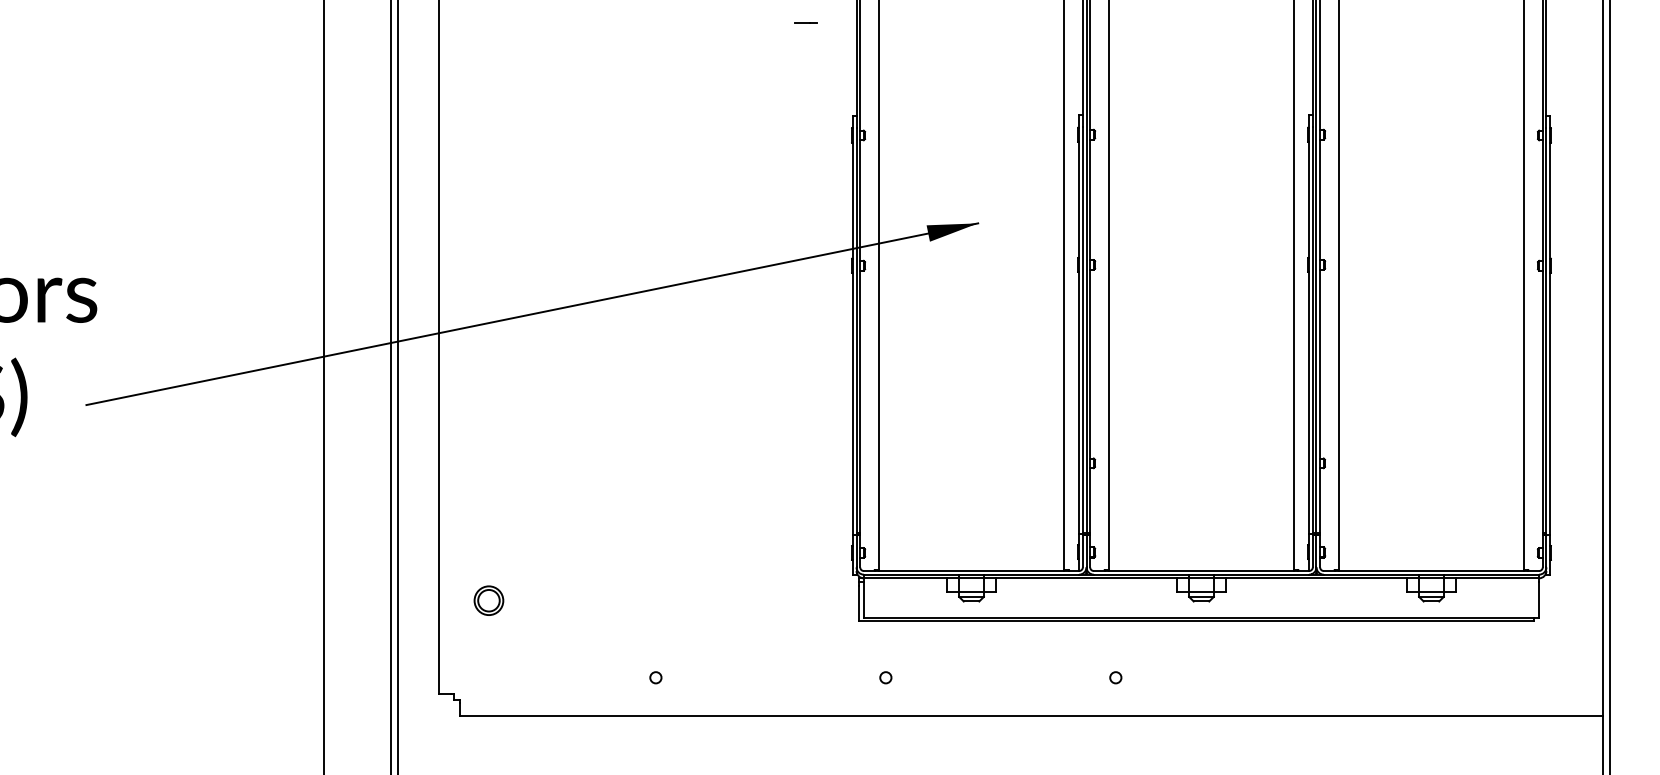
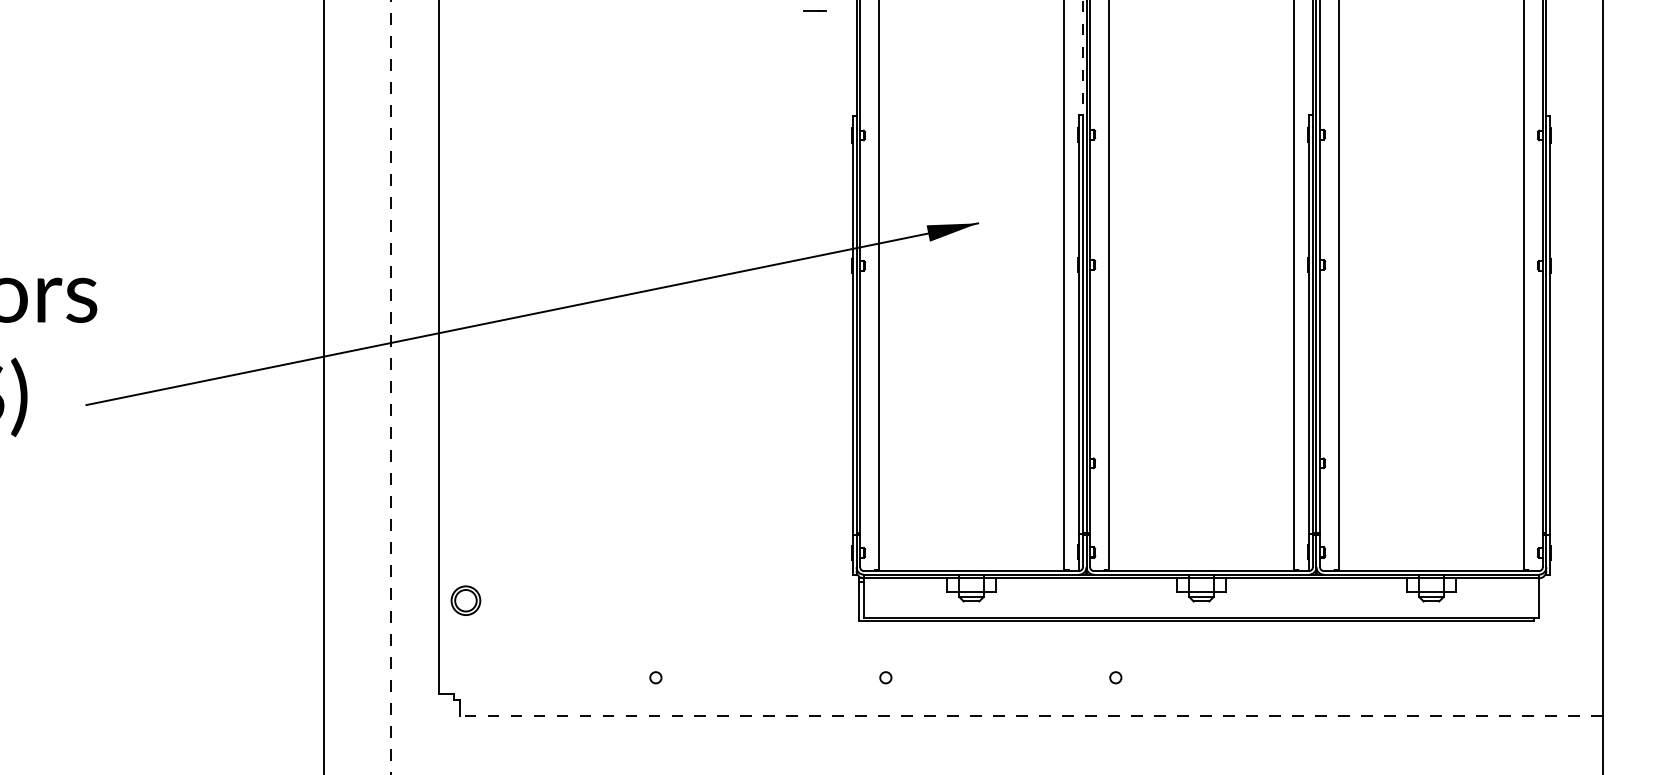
line at (805, 22) position: (805, 22) -> (814, 10)
line at (1082, 63): solid -> dashed
line at (398, 386): present -> none
line at (1610, 386): present -> none
line at (391, 387): solid -> dashed
part at (488, 600) position: (488, 600) -> (465, 600)
line at (1031, 715): solid -> dashed
